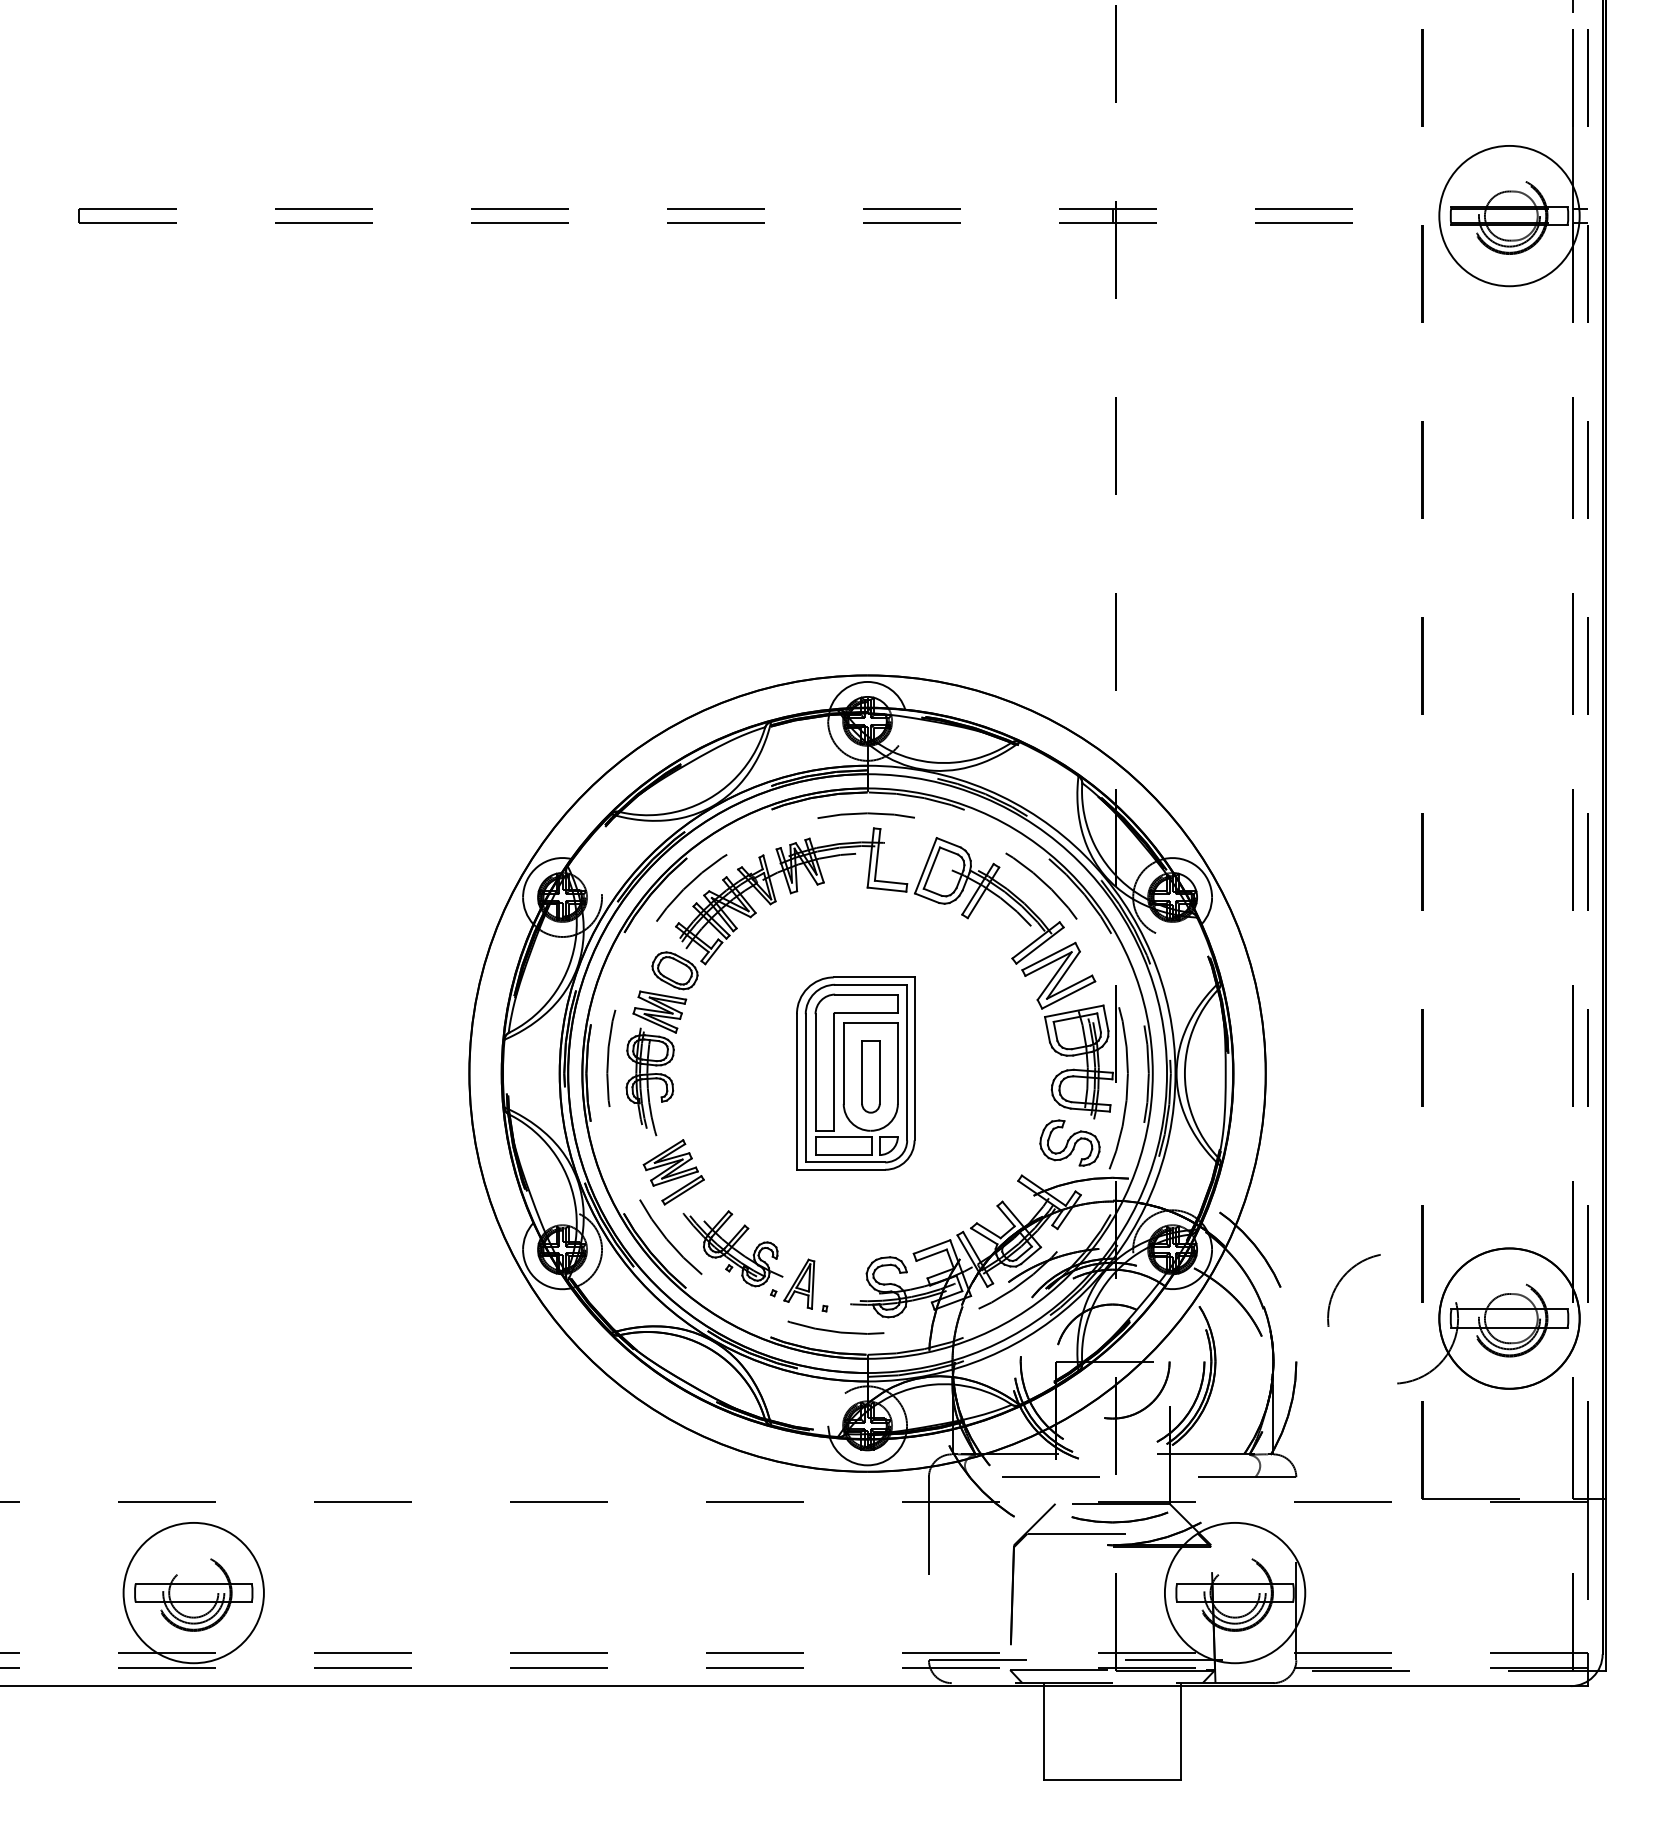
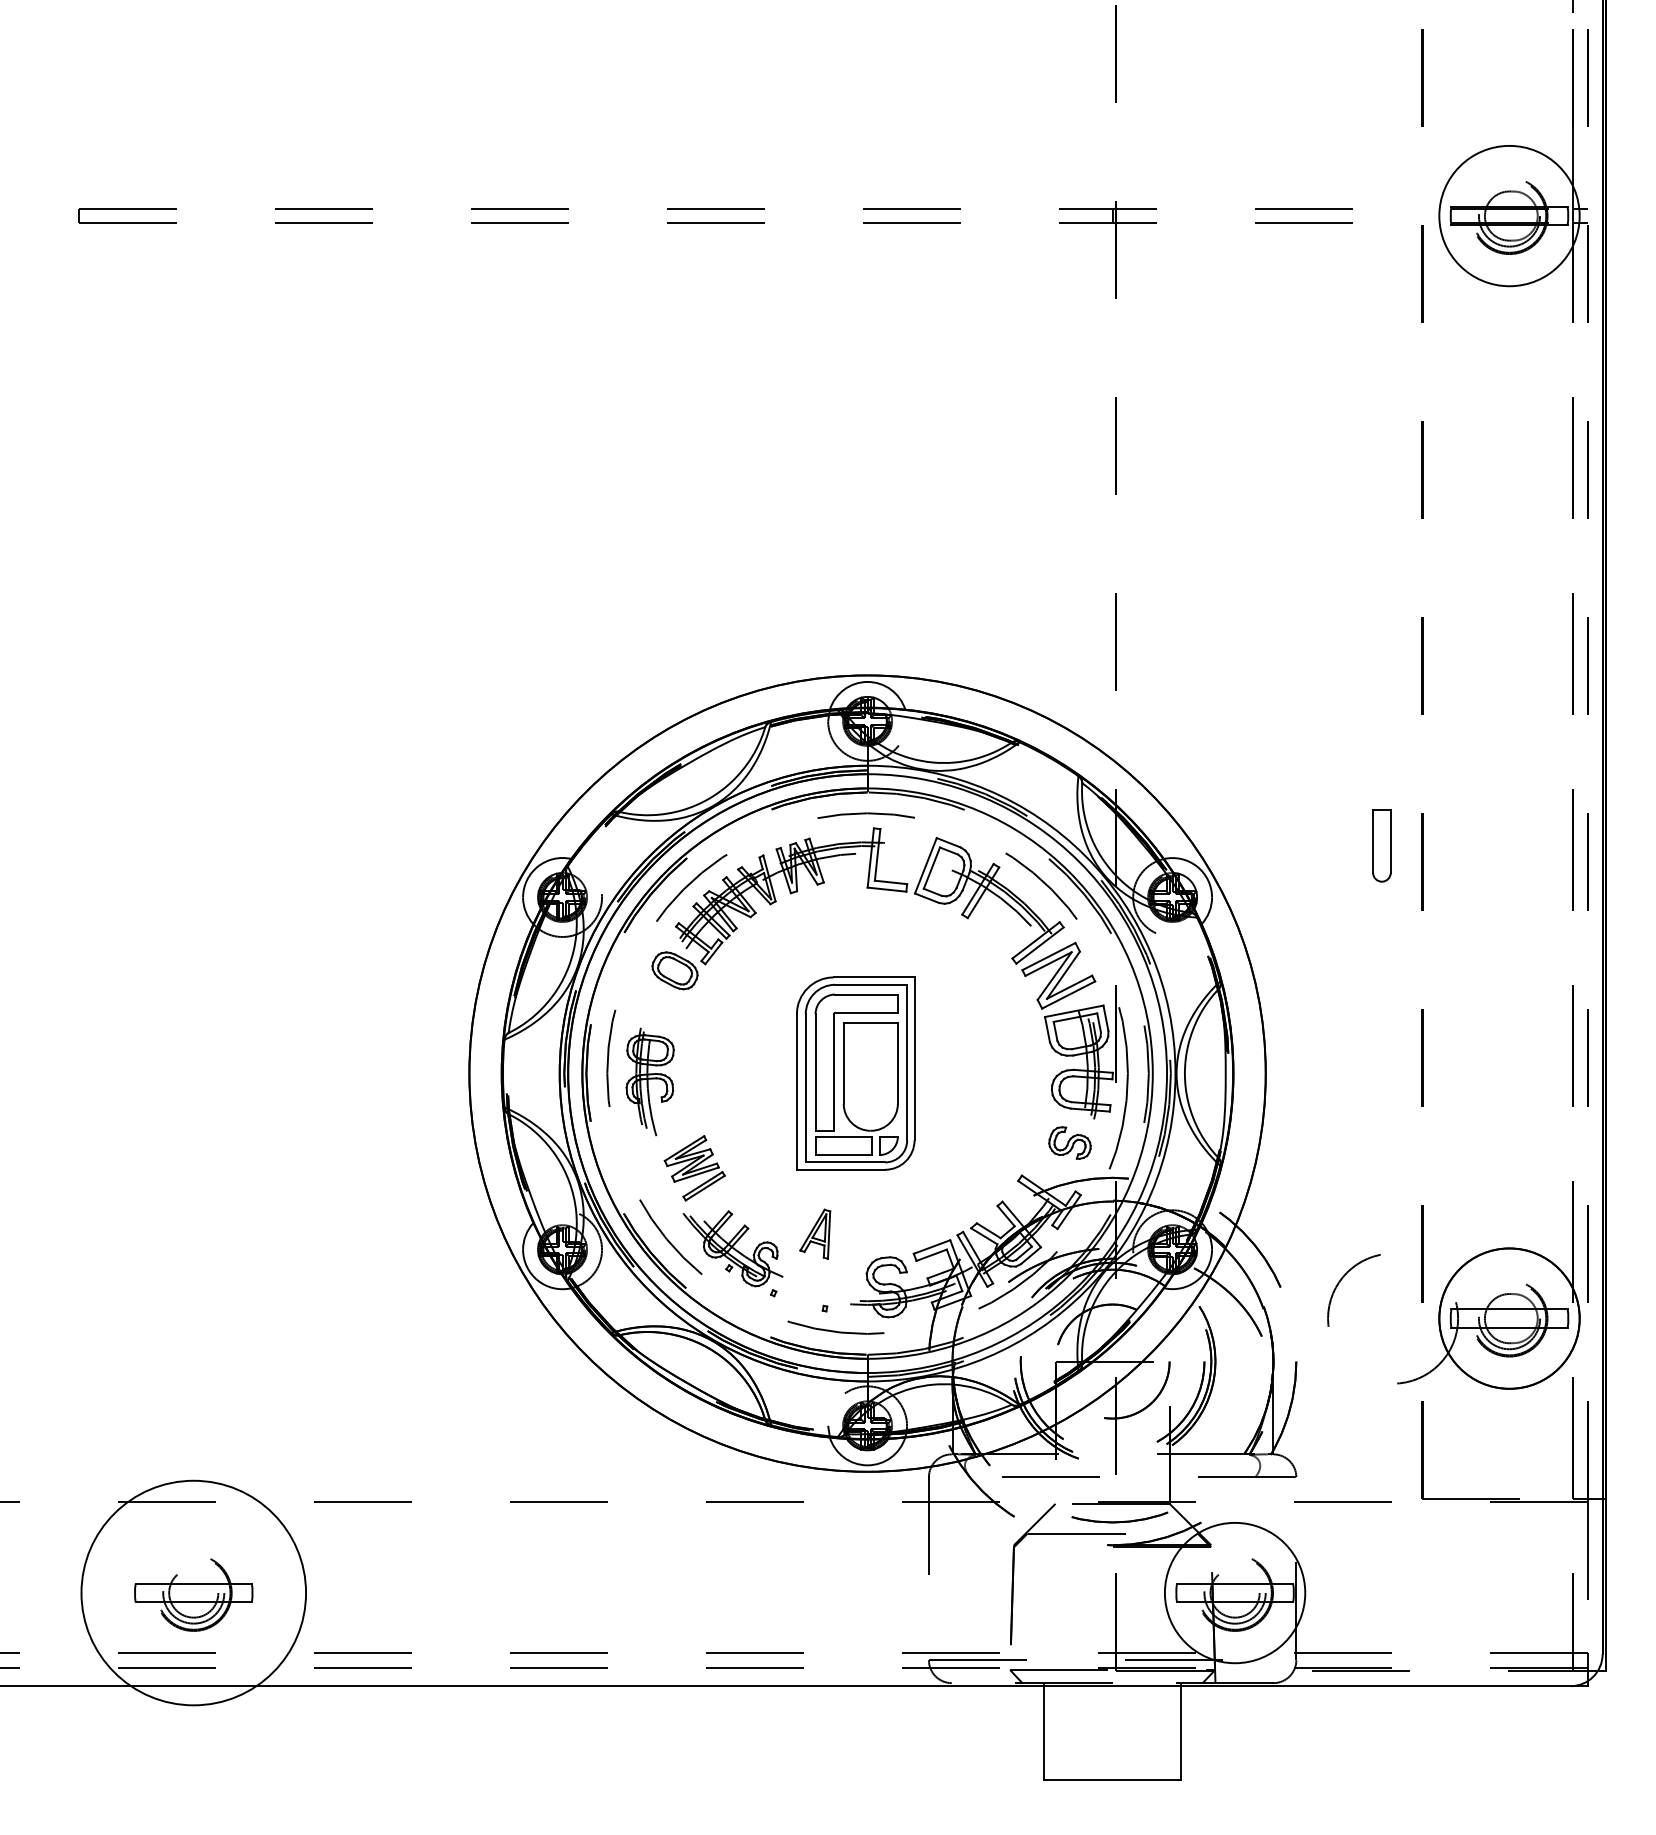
part at (659, 1011): present -> none
part at (870, 1076) position: (870, 1076) -> (1381, 845)
part at (1069, 1142) size: 62x48 px -> 44x34 px
part at (673, 1172) position: (673, 1172) -> (694, 1168)
part at (799, 1283) position: (799, 1283) -> (815, 1233)
circle at (193, 1592) diameter: 140 px -> 225 px
